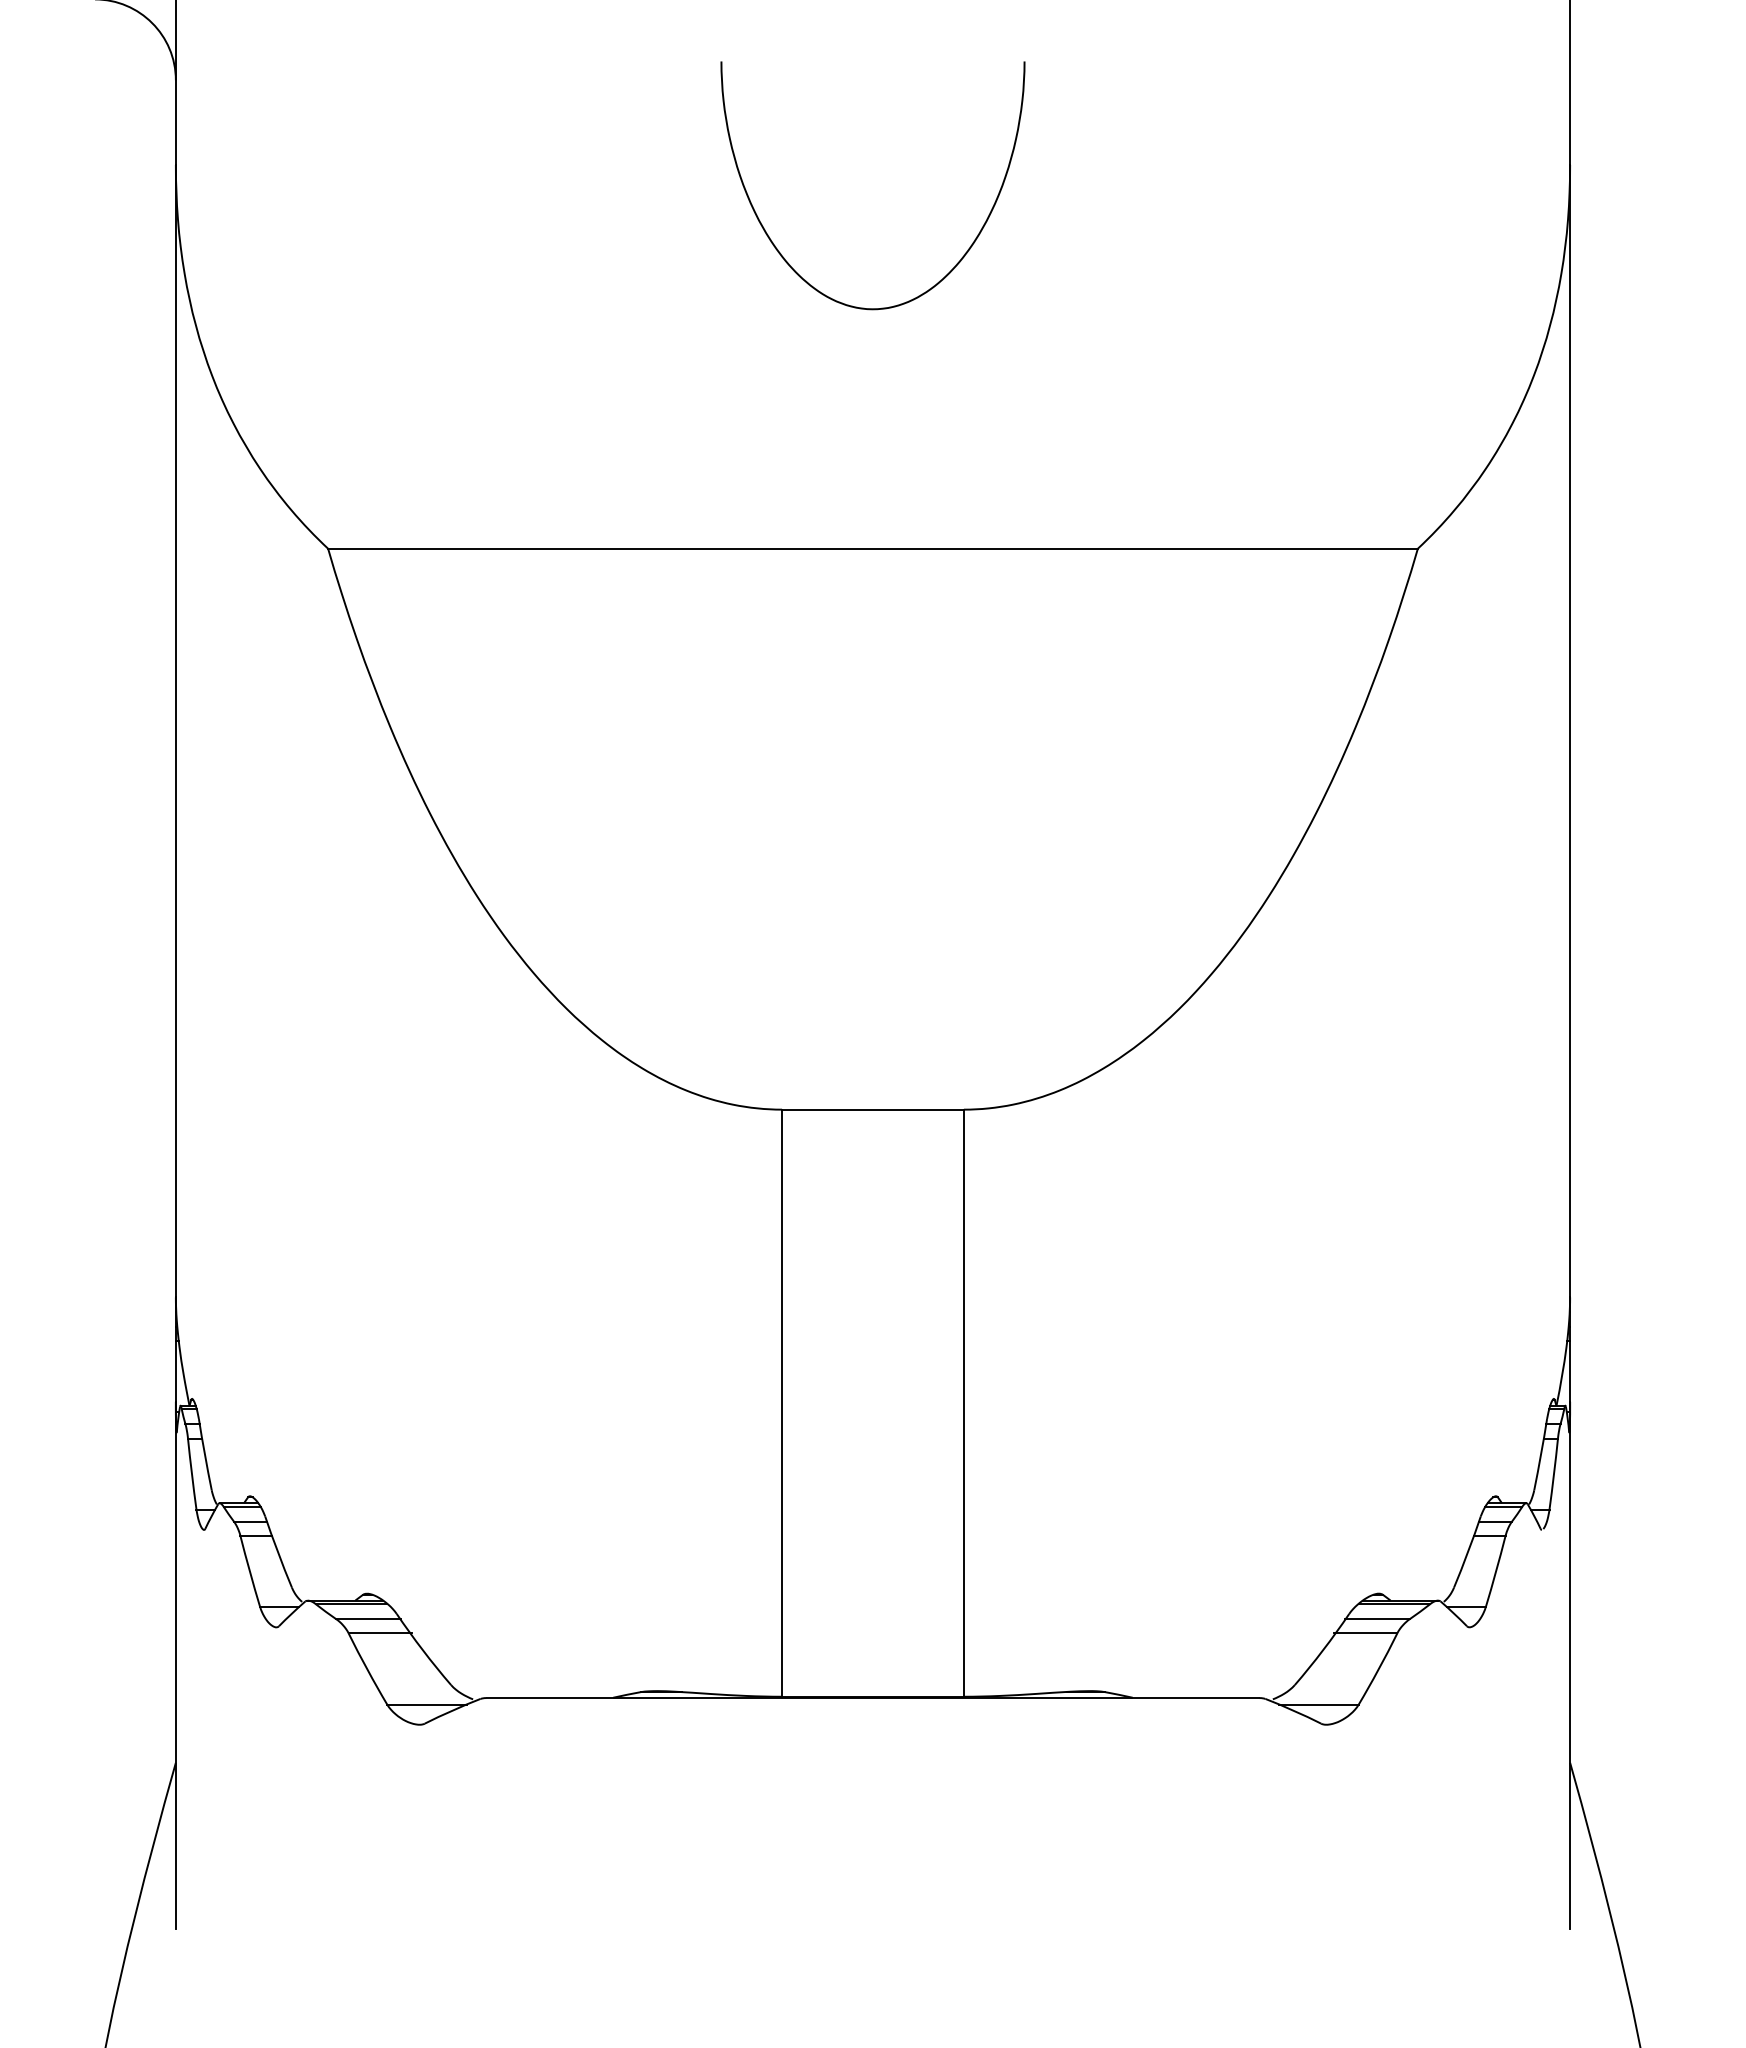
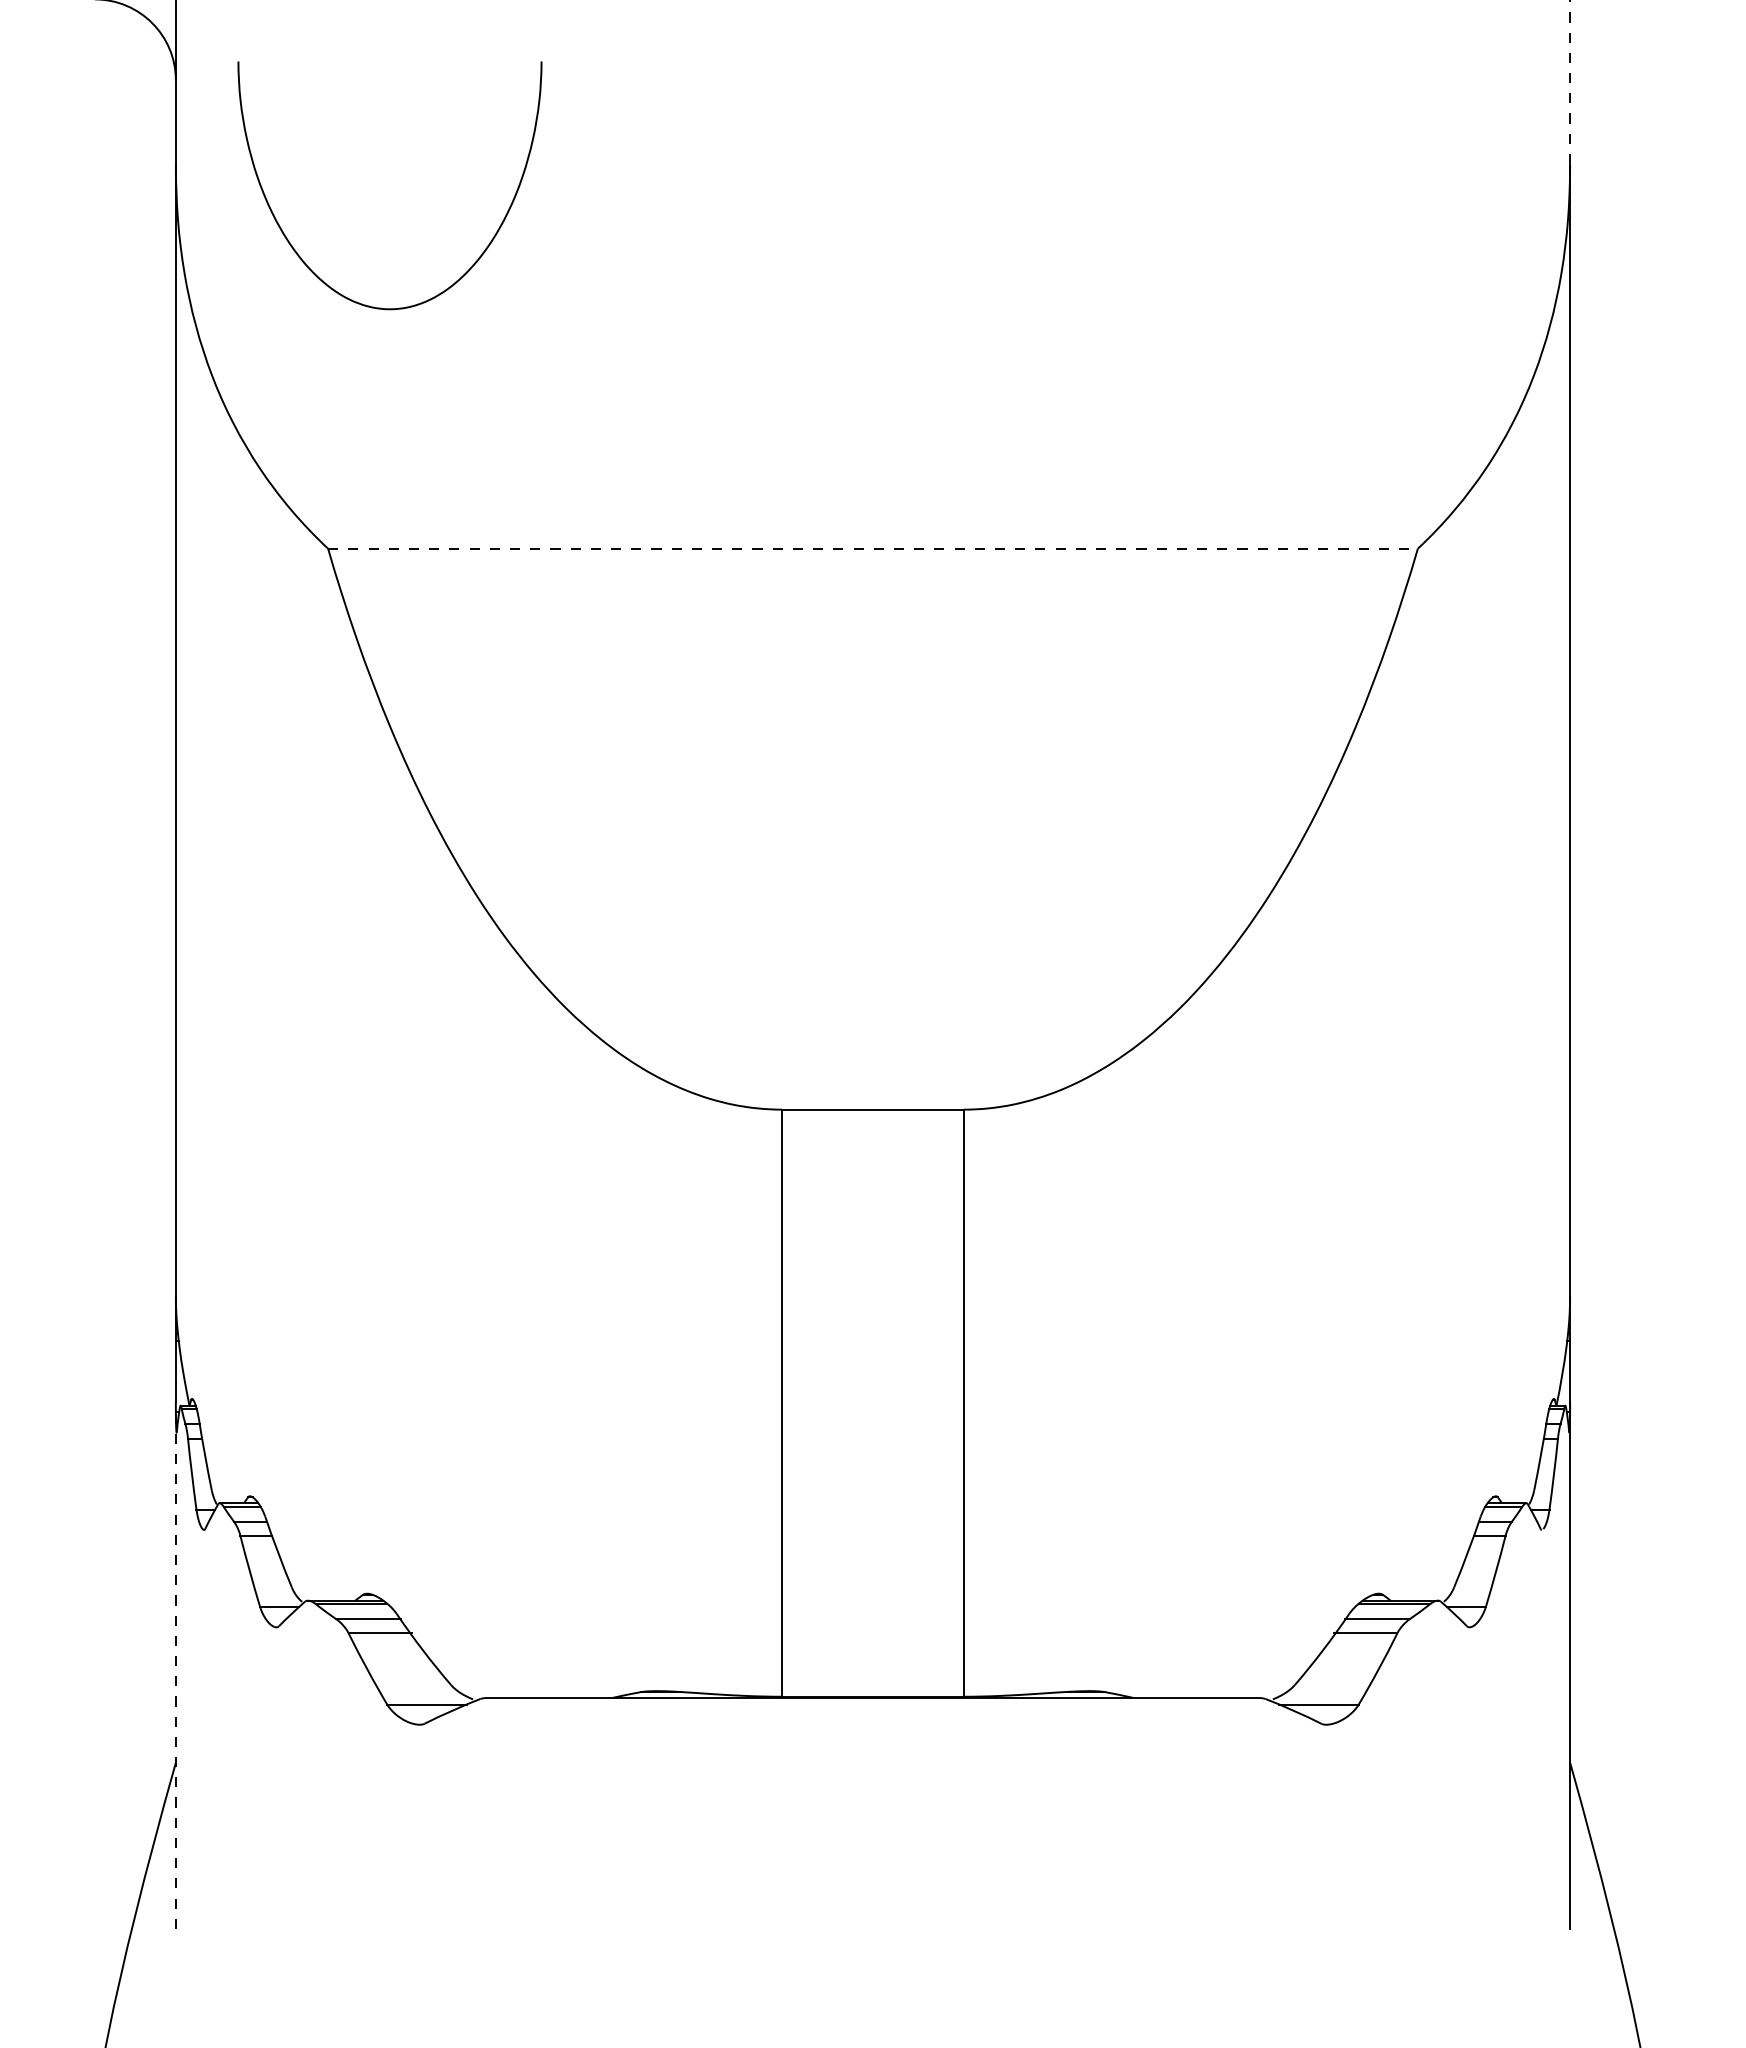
line at (1570, 83): solid -> dashed
curve at (781, 253) position: (781, 253) -> (298, 253)
line at (873, 548): solid -> dashed
line at (175, 1664): solid -> dashed
